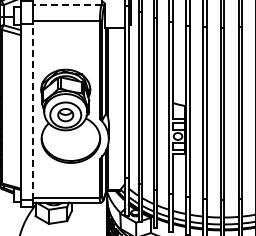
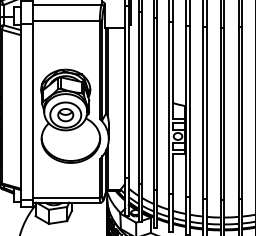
line at (66, 4): dashed -> solid
line at (32, 111): dashed -> solid
